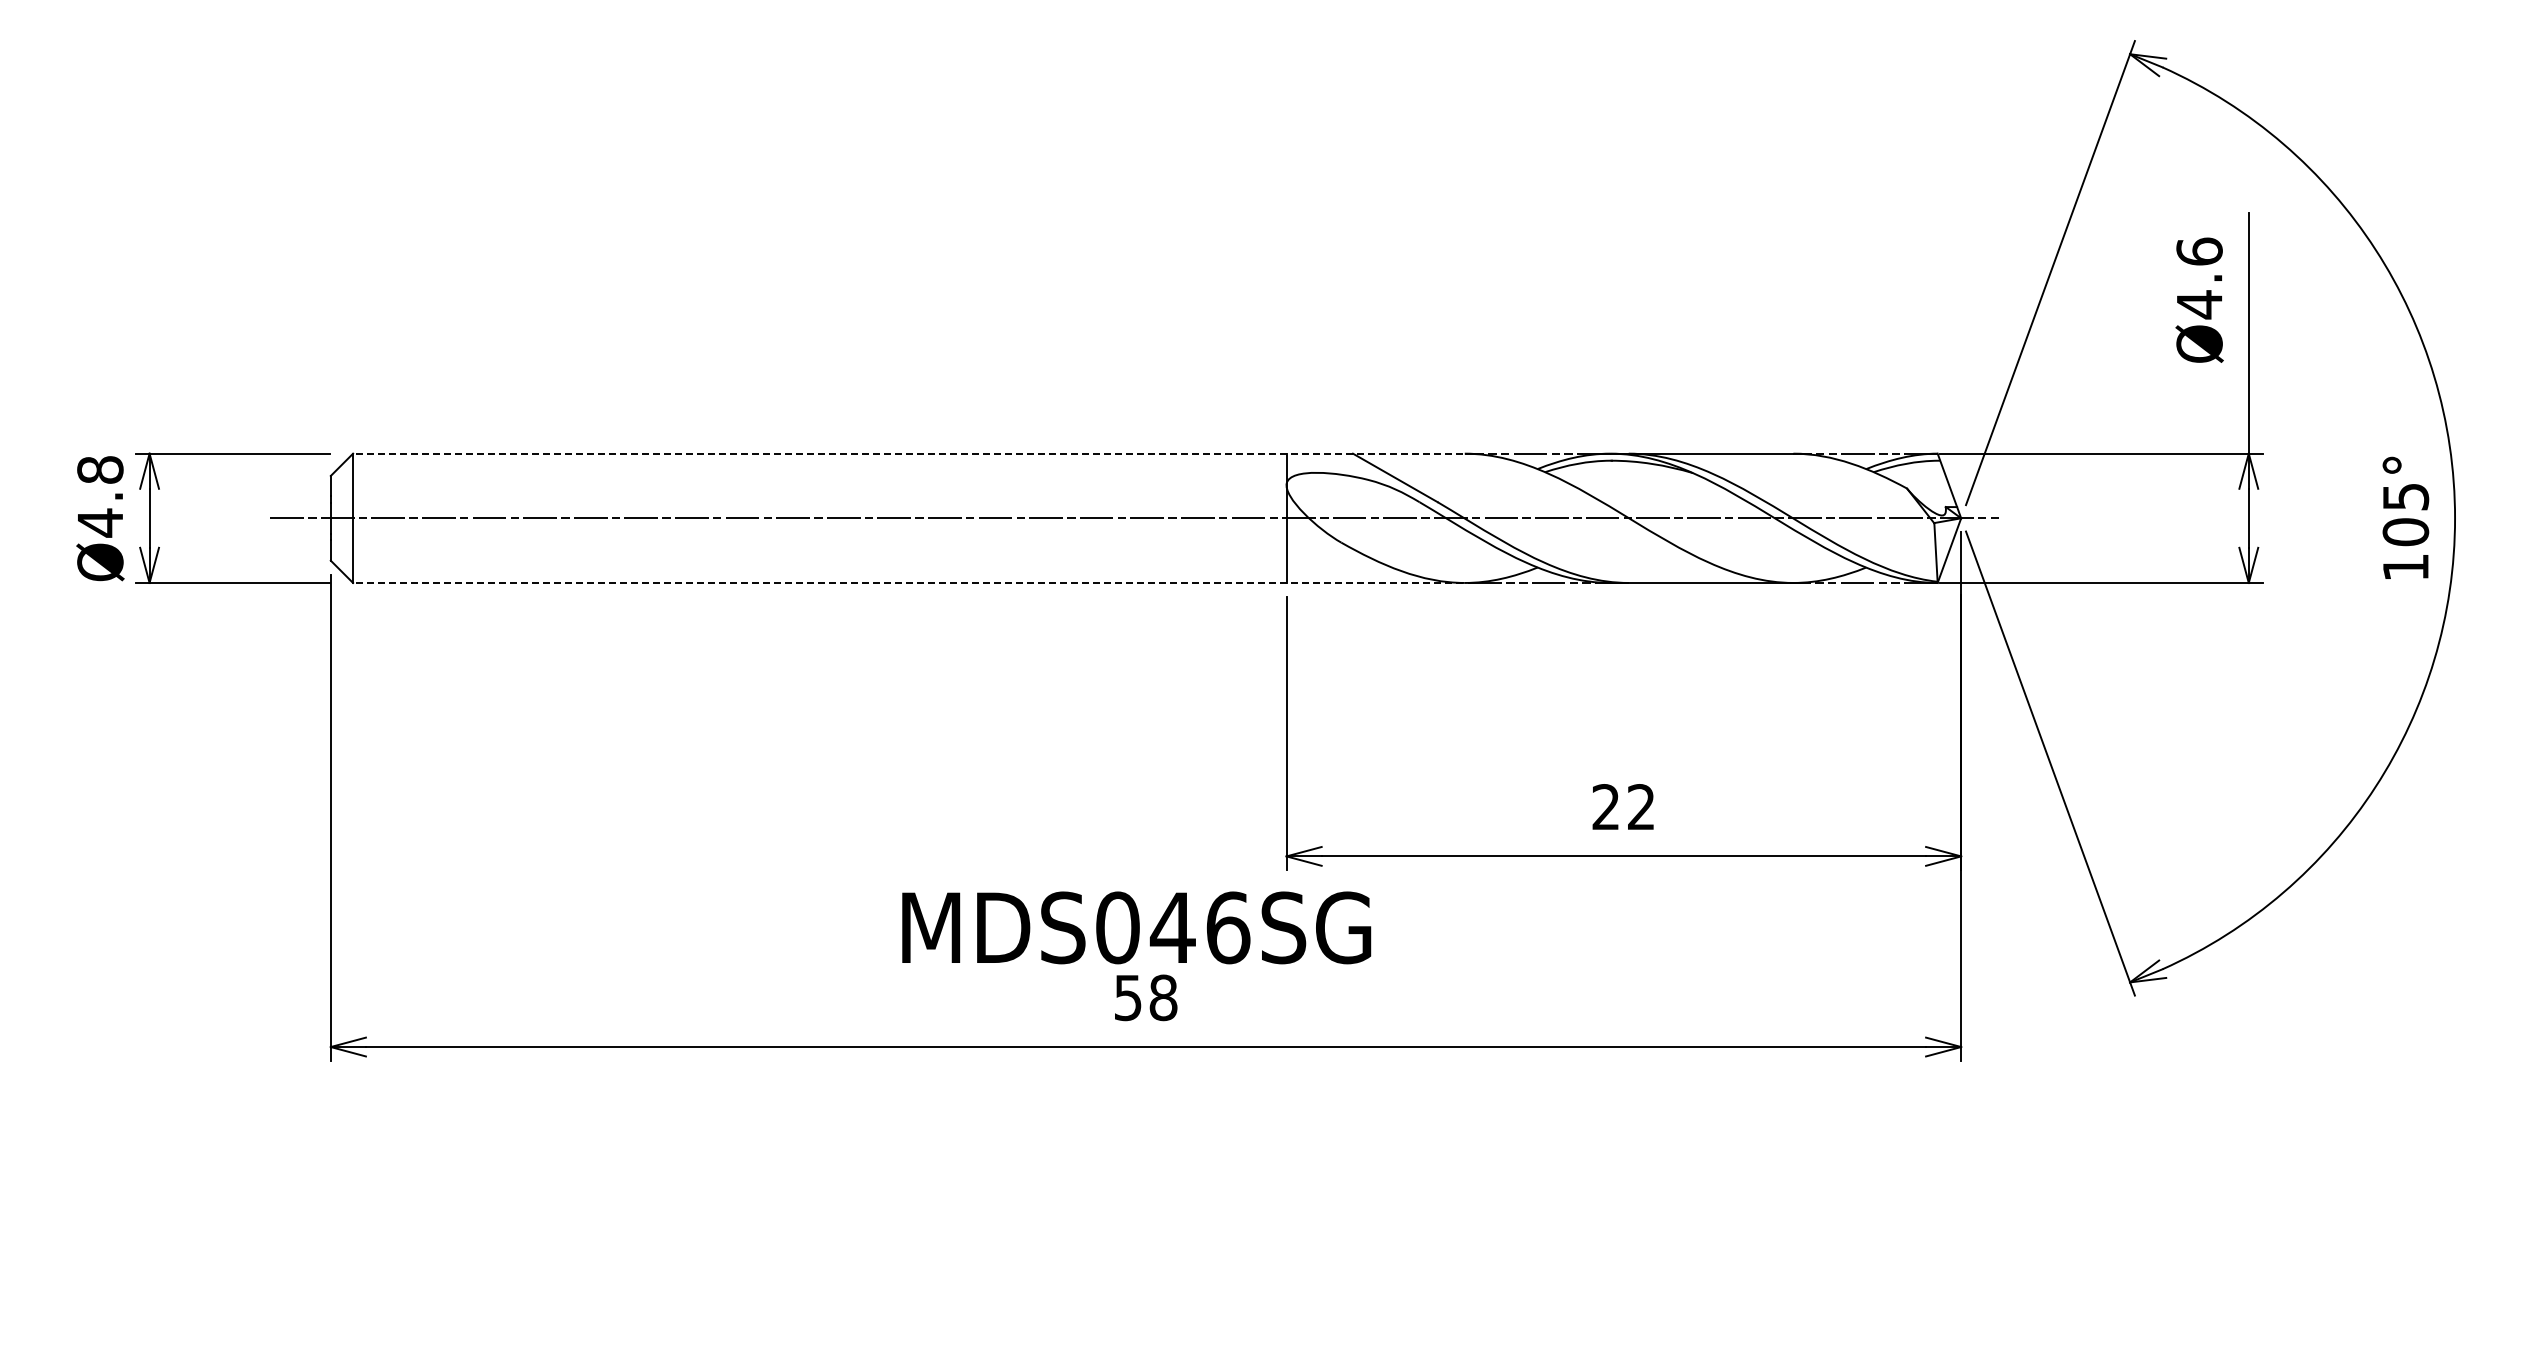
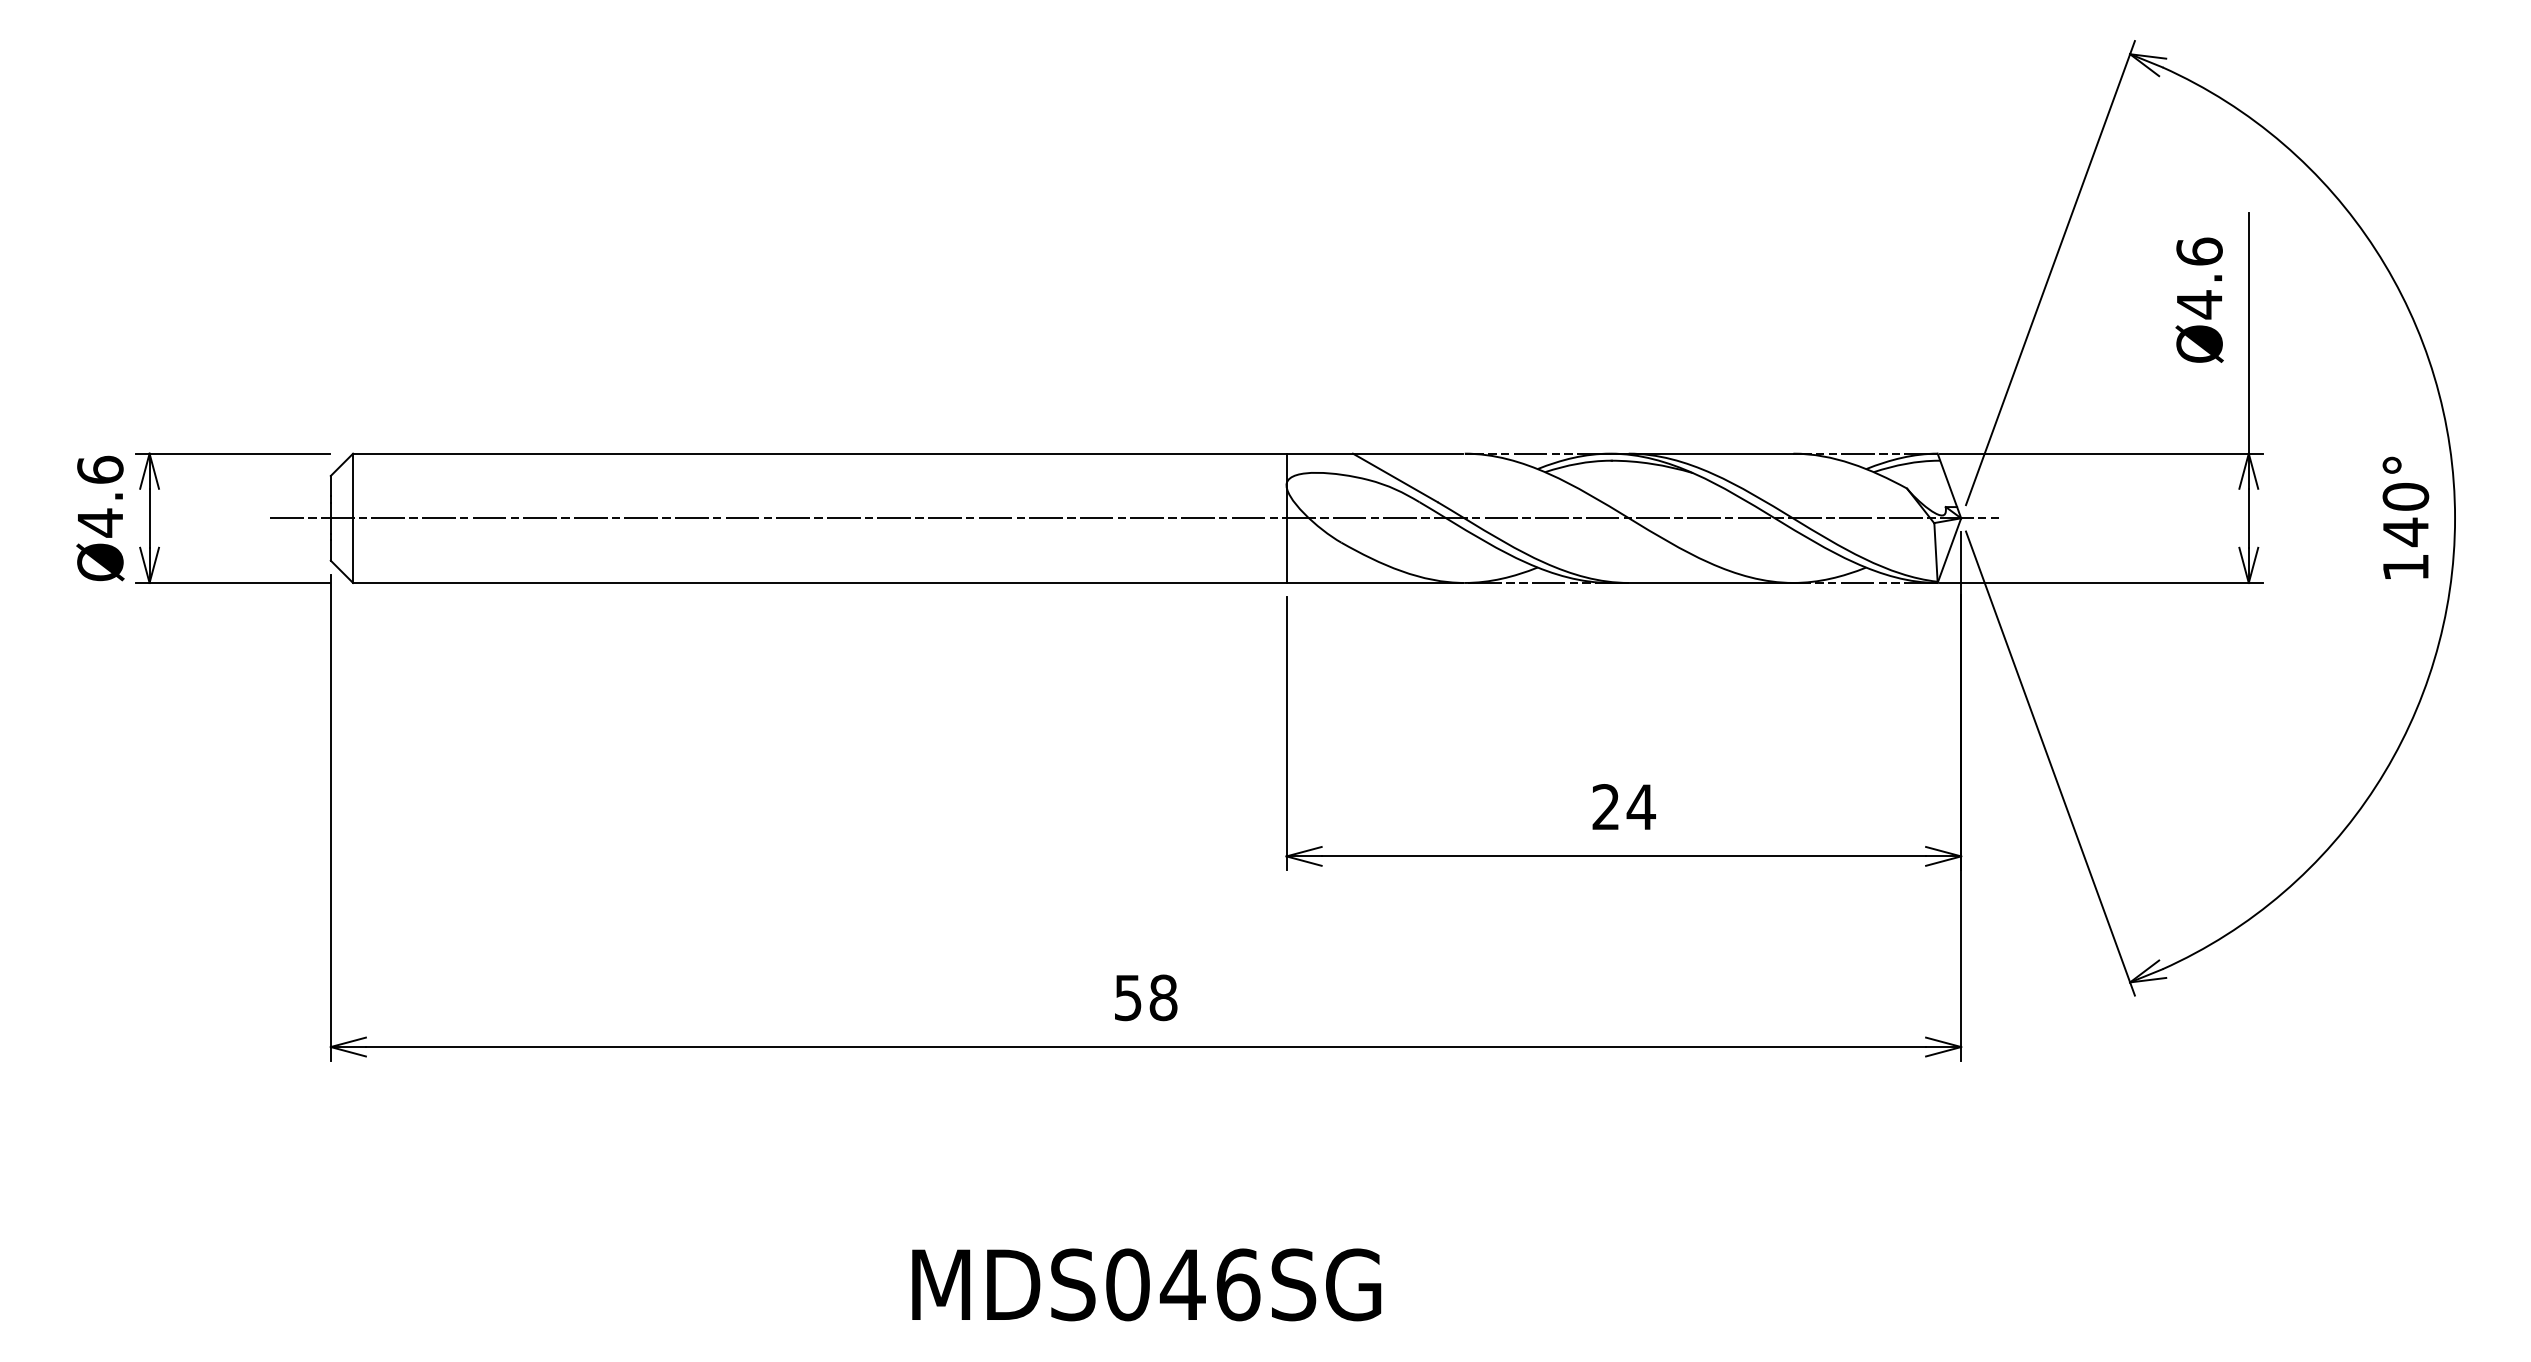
line at (907, 453): dashed -> solid
text at (100, 469): Ø4.8 -> Ø4.6
text at (2405, 515): 105° -> 140°
line at (907, 582): dashed -> solid
text at (1640, 806): 22 -> 24
text at (1136, 927) position: (1136, 927) -> (1146, 1284)
